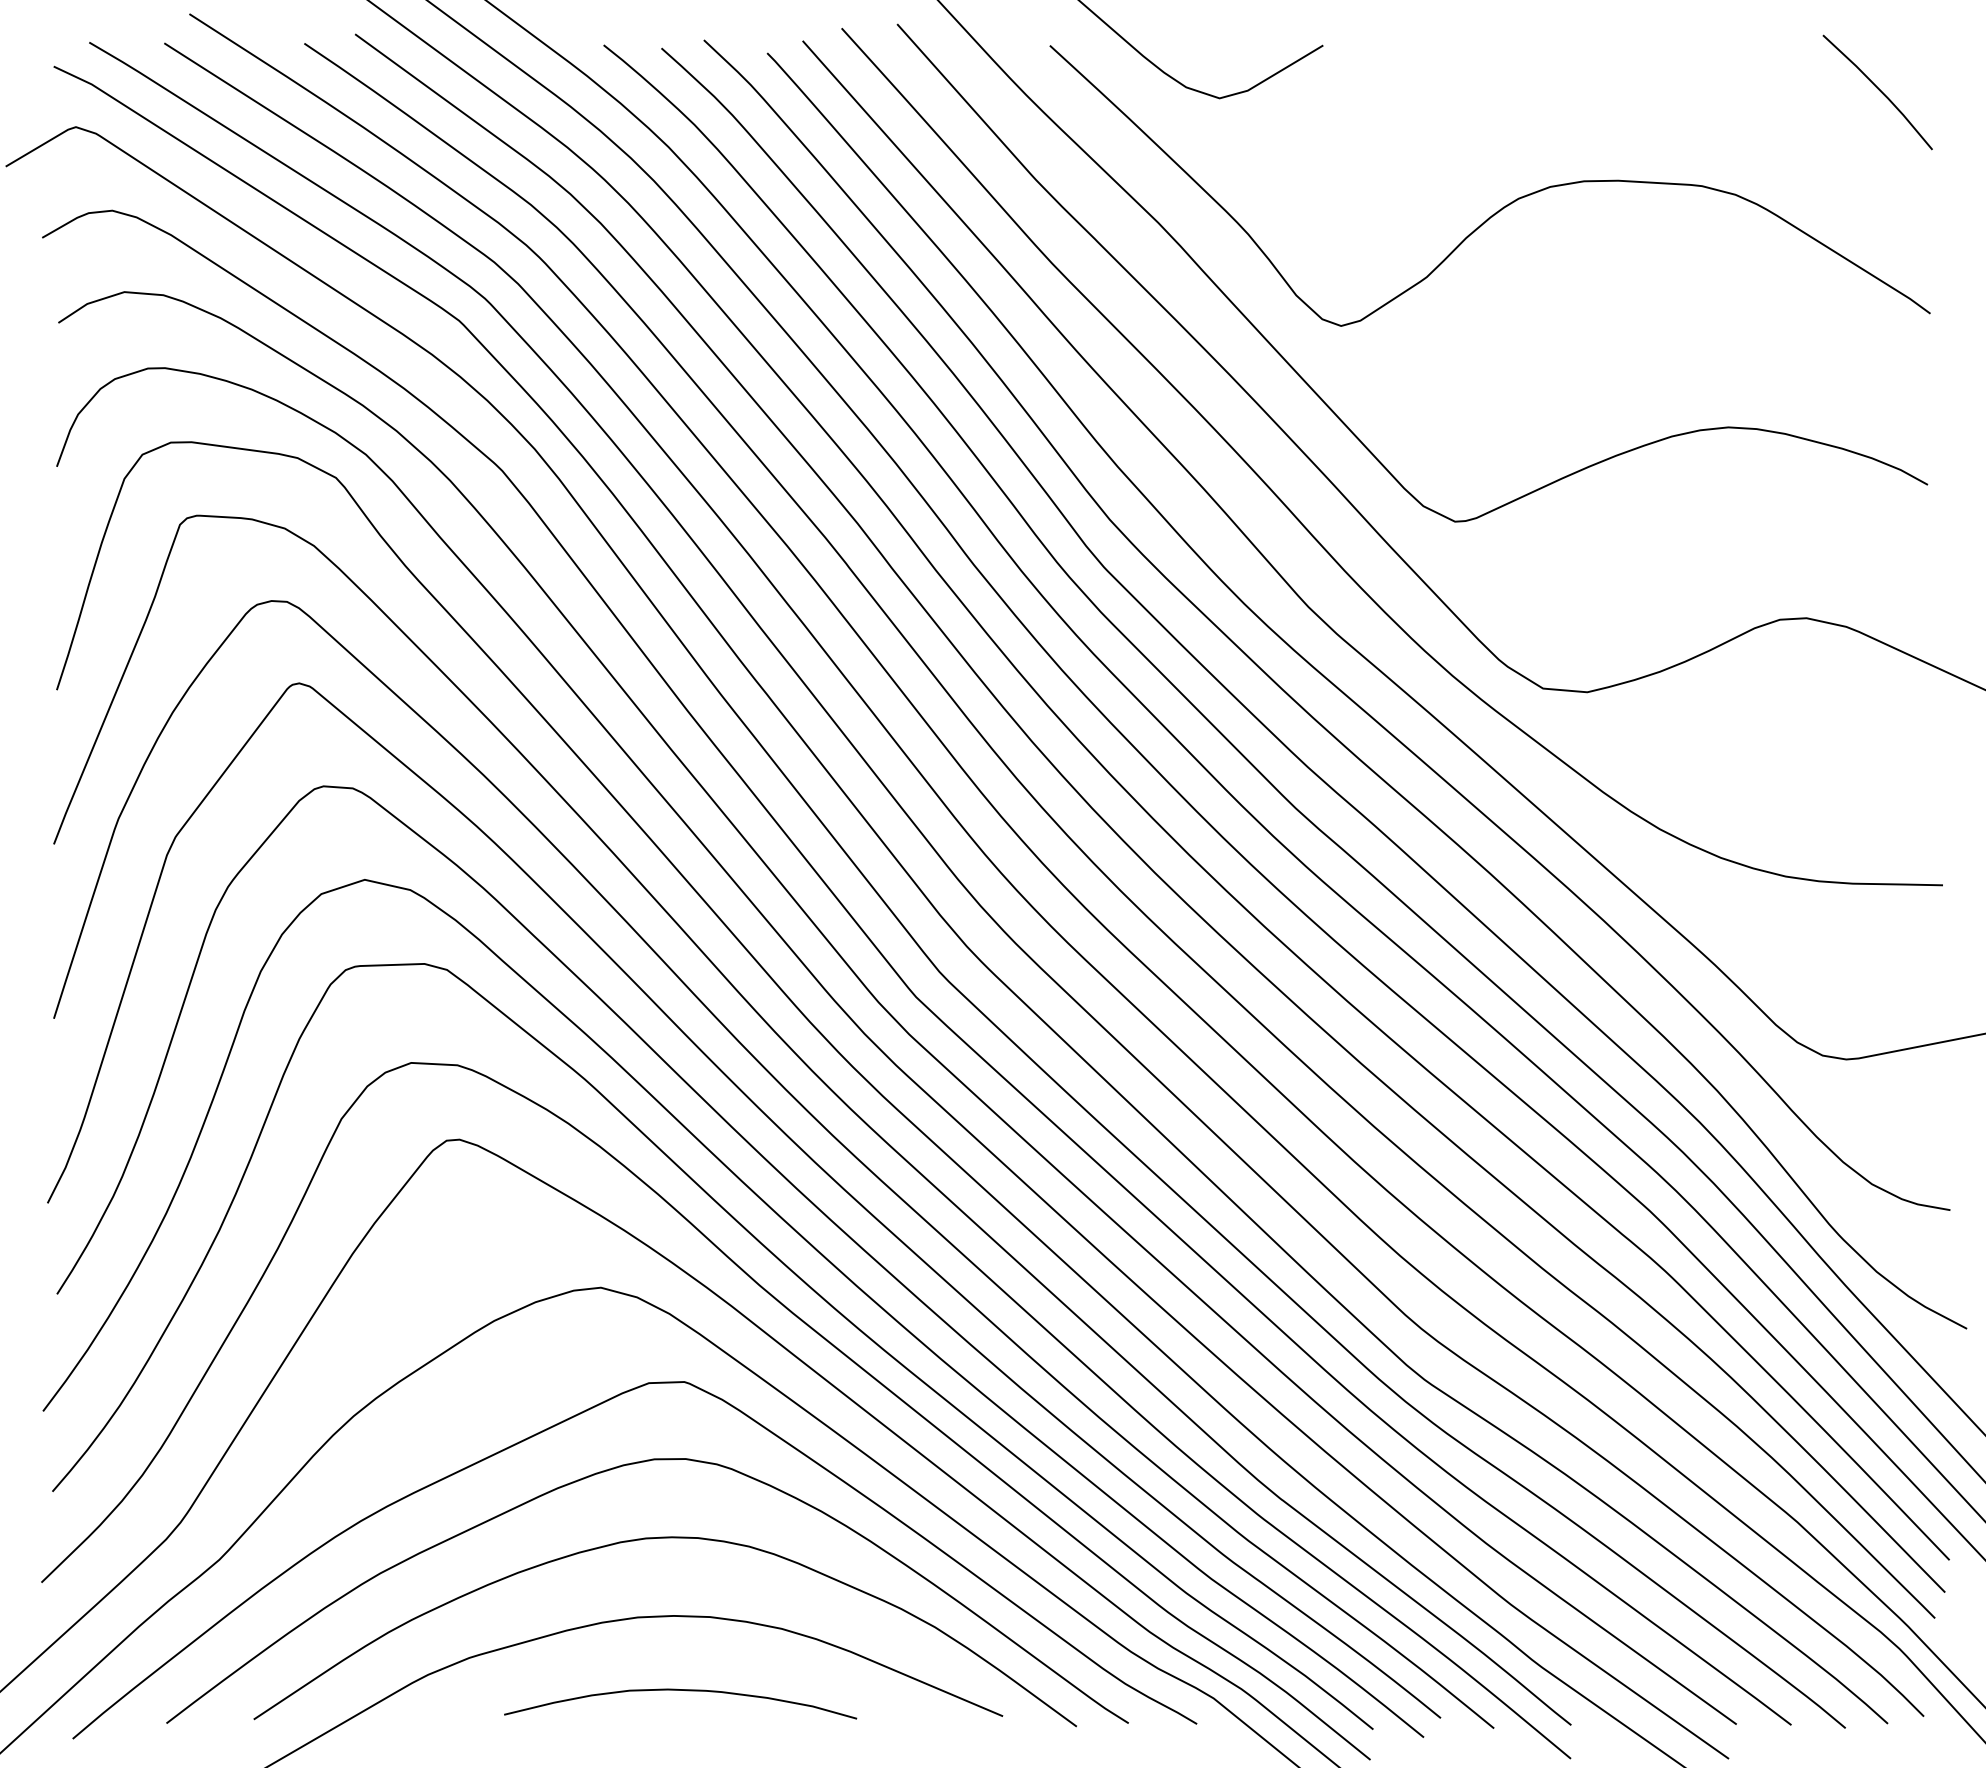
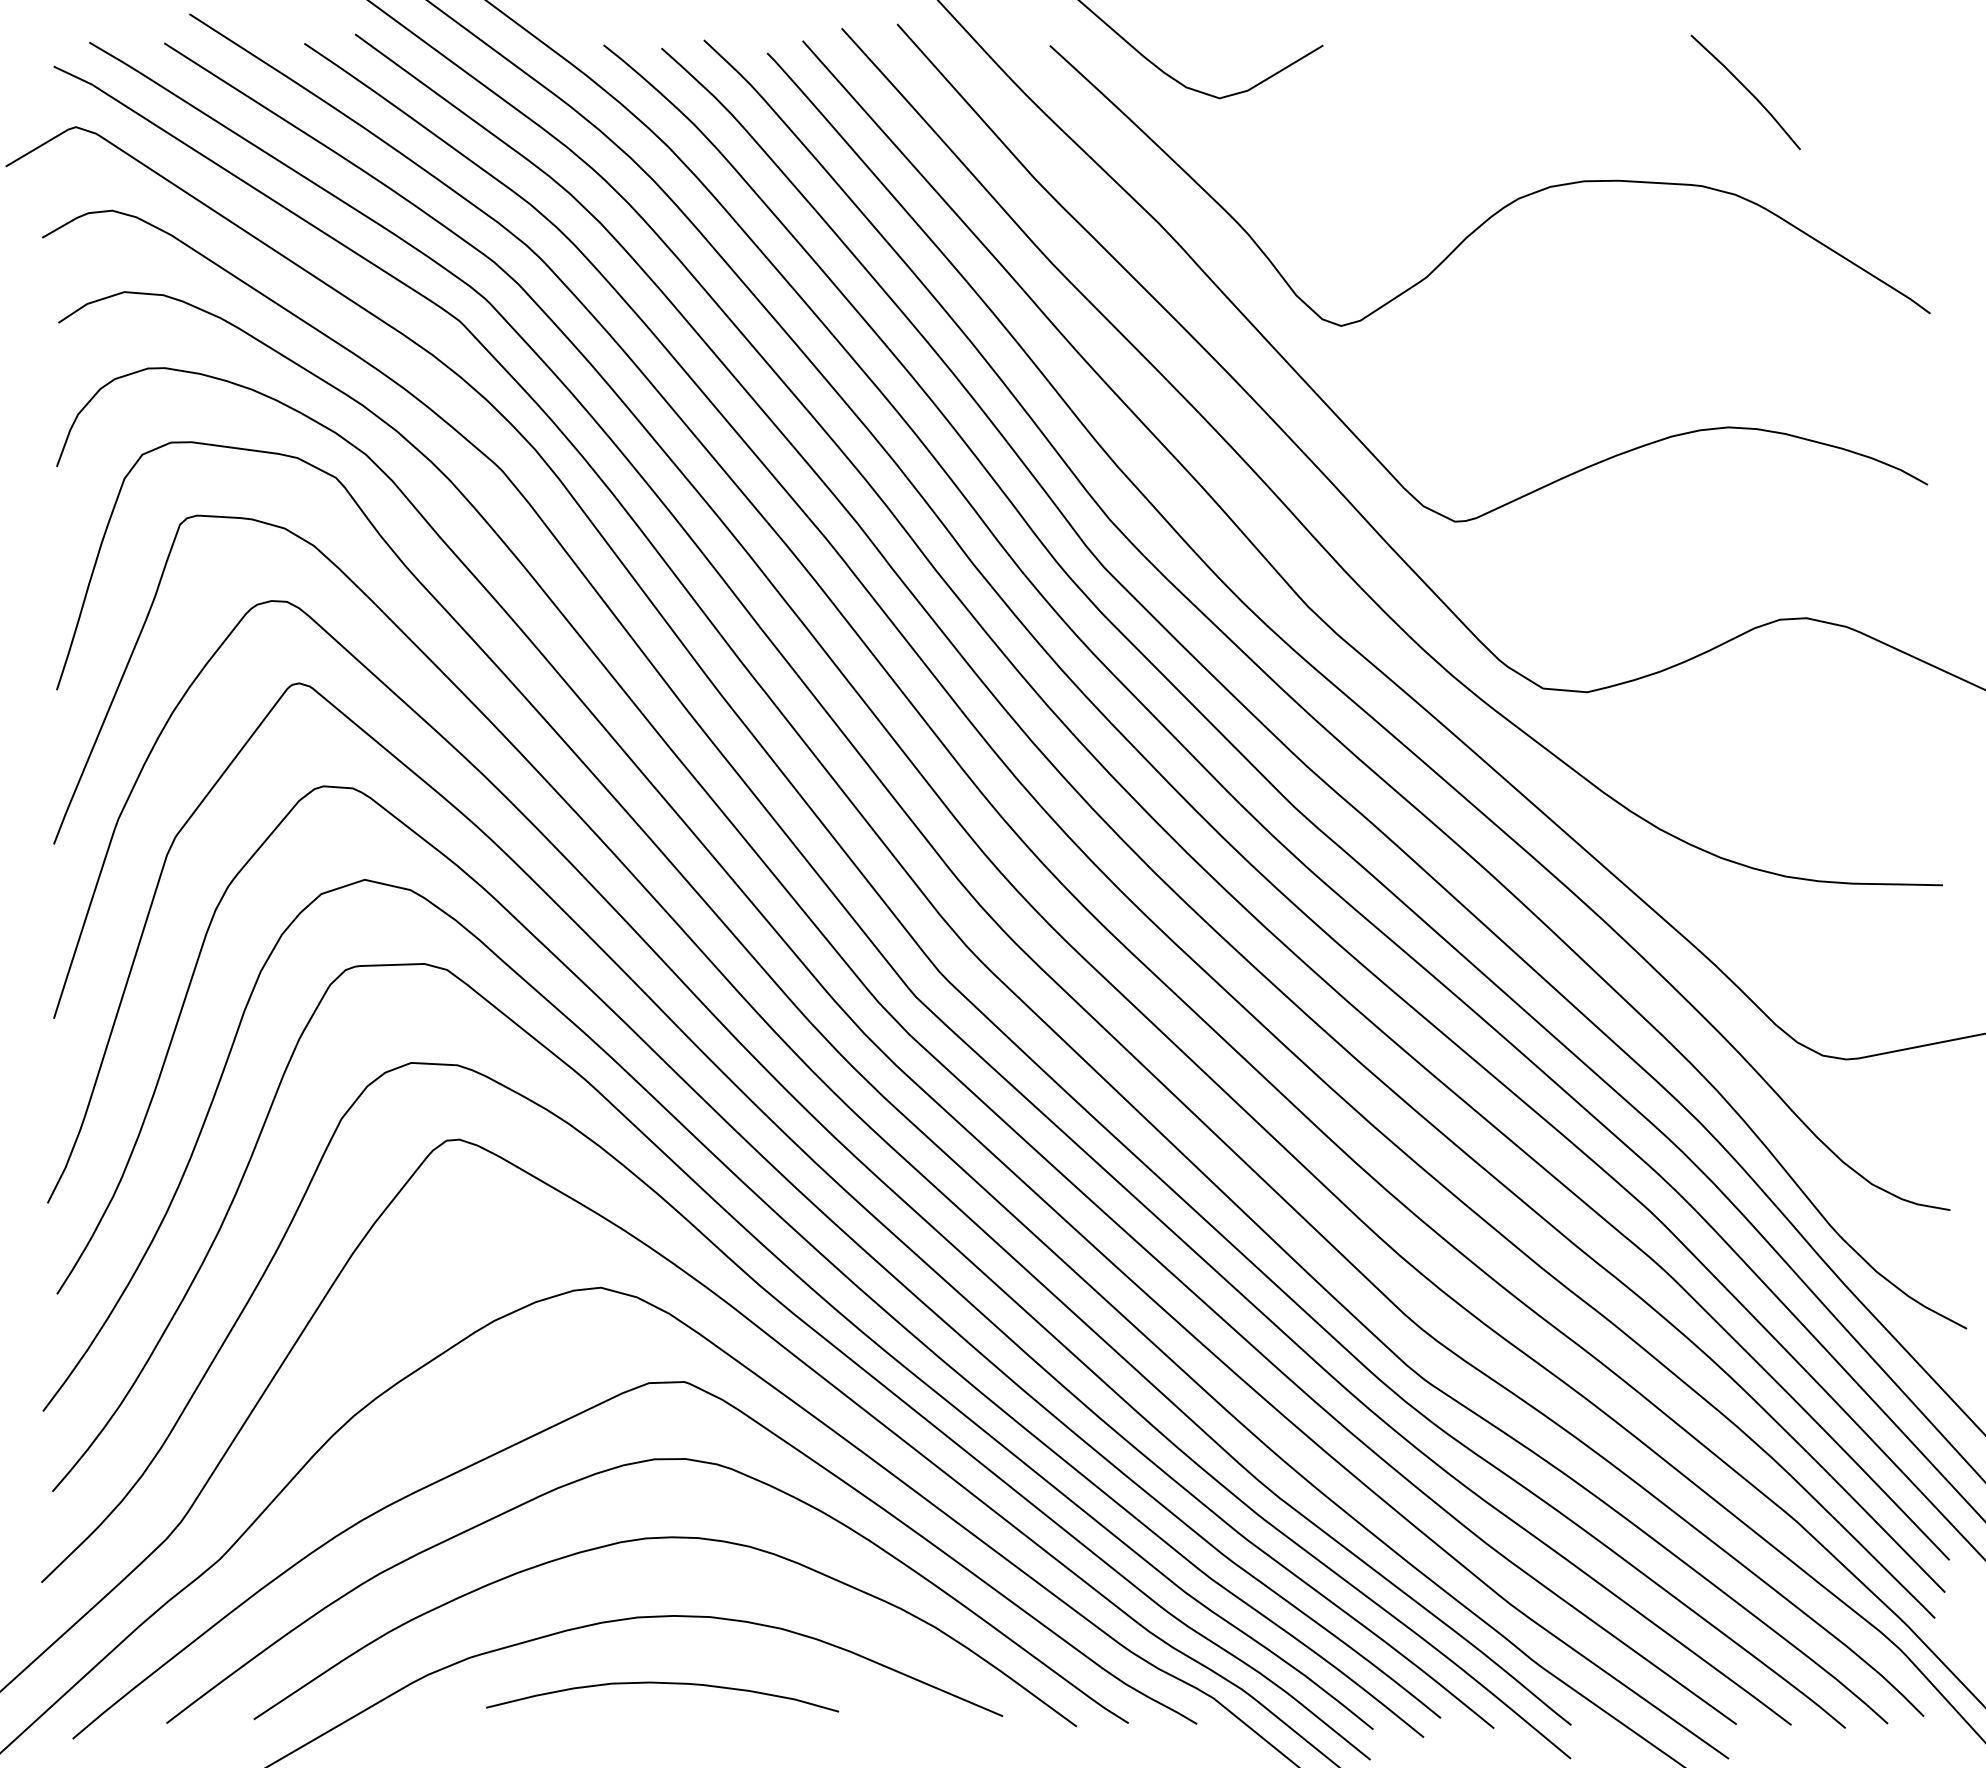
line at (1878, 90) position: (1878, 90) -> (1746, 90)
curve at (680, 1690) position: (680, 1690) -> (662, 1683)
